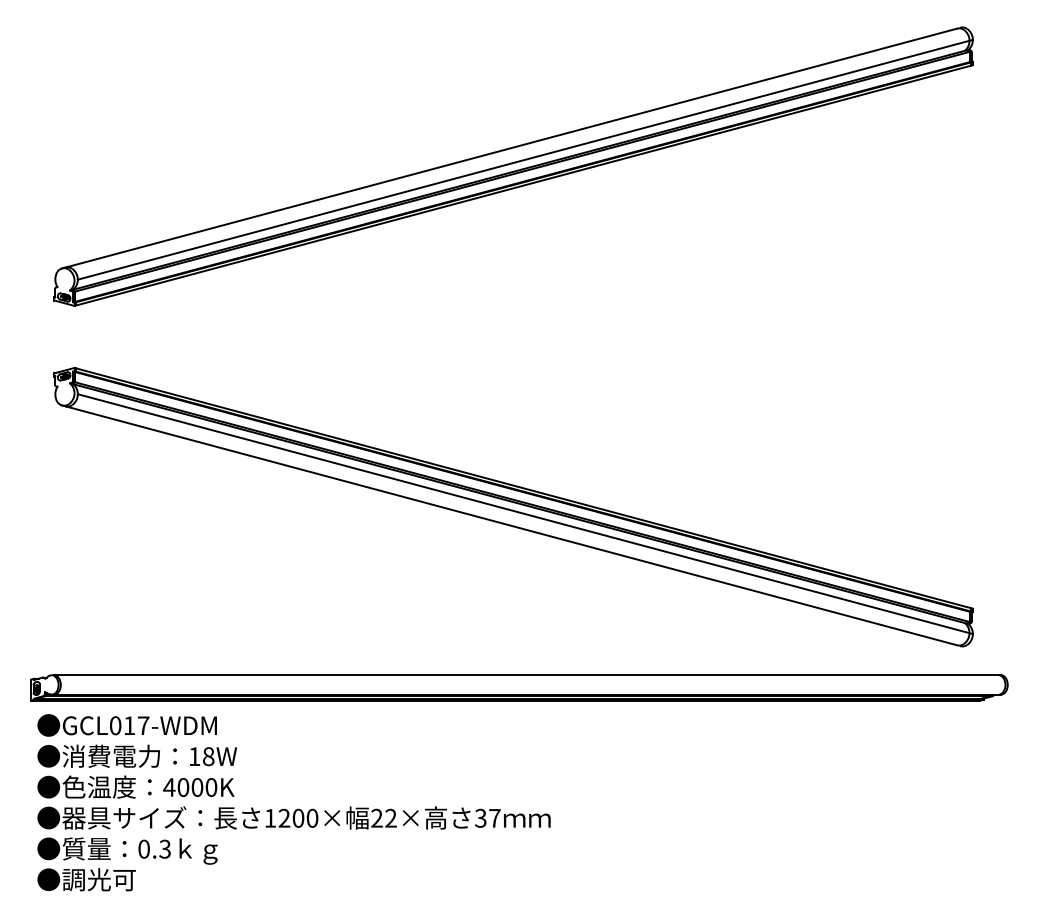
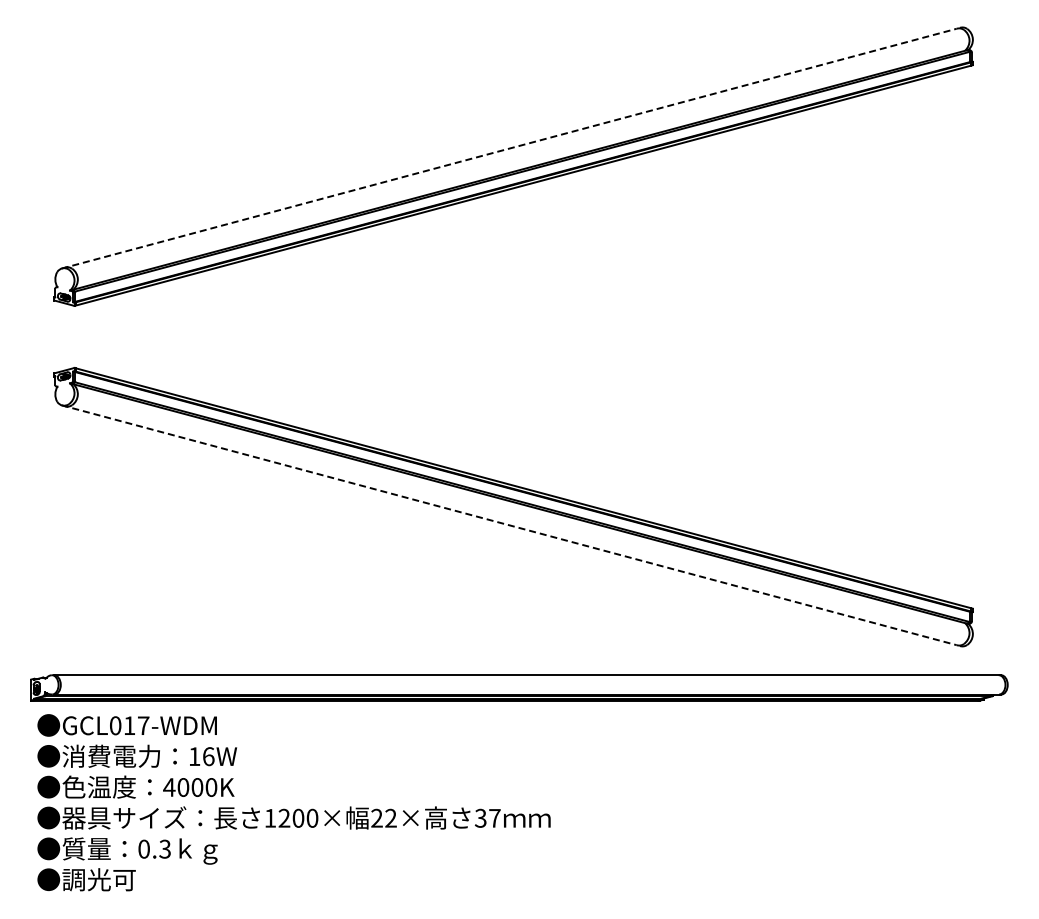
line at (509, 148): solid -> dashed
line at (524, 159): present -> none
line at (524, 514): present -> none
line at (509, 525): solid -> dashed
text at (208, 756): 18W -> 16W
